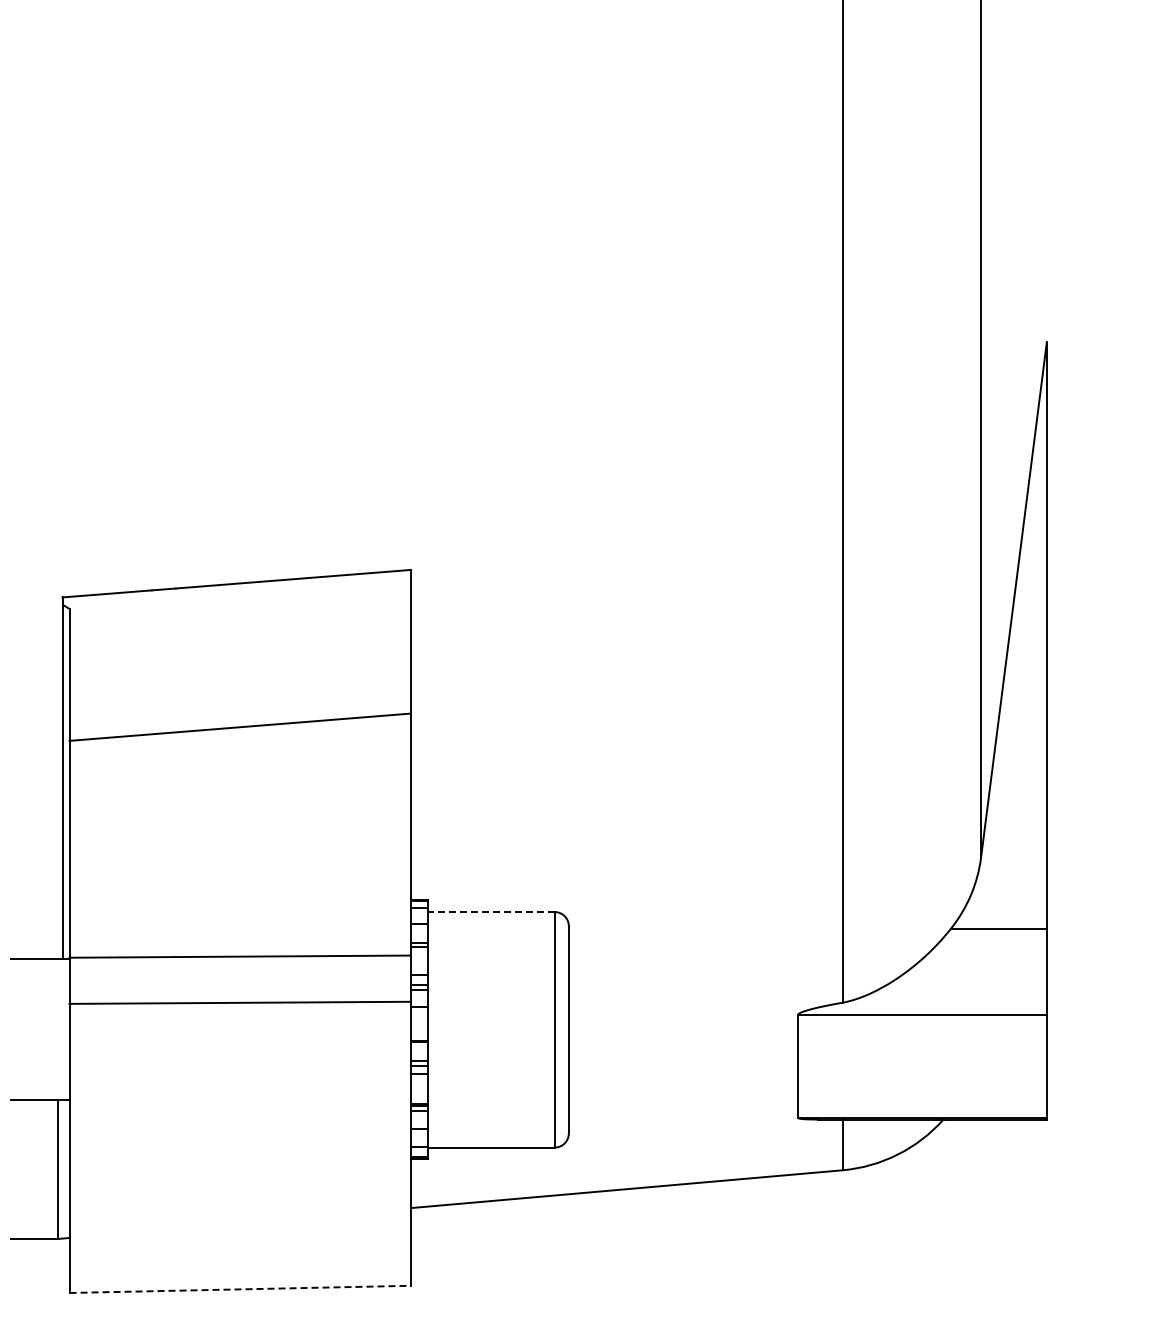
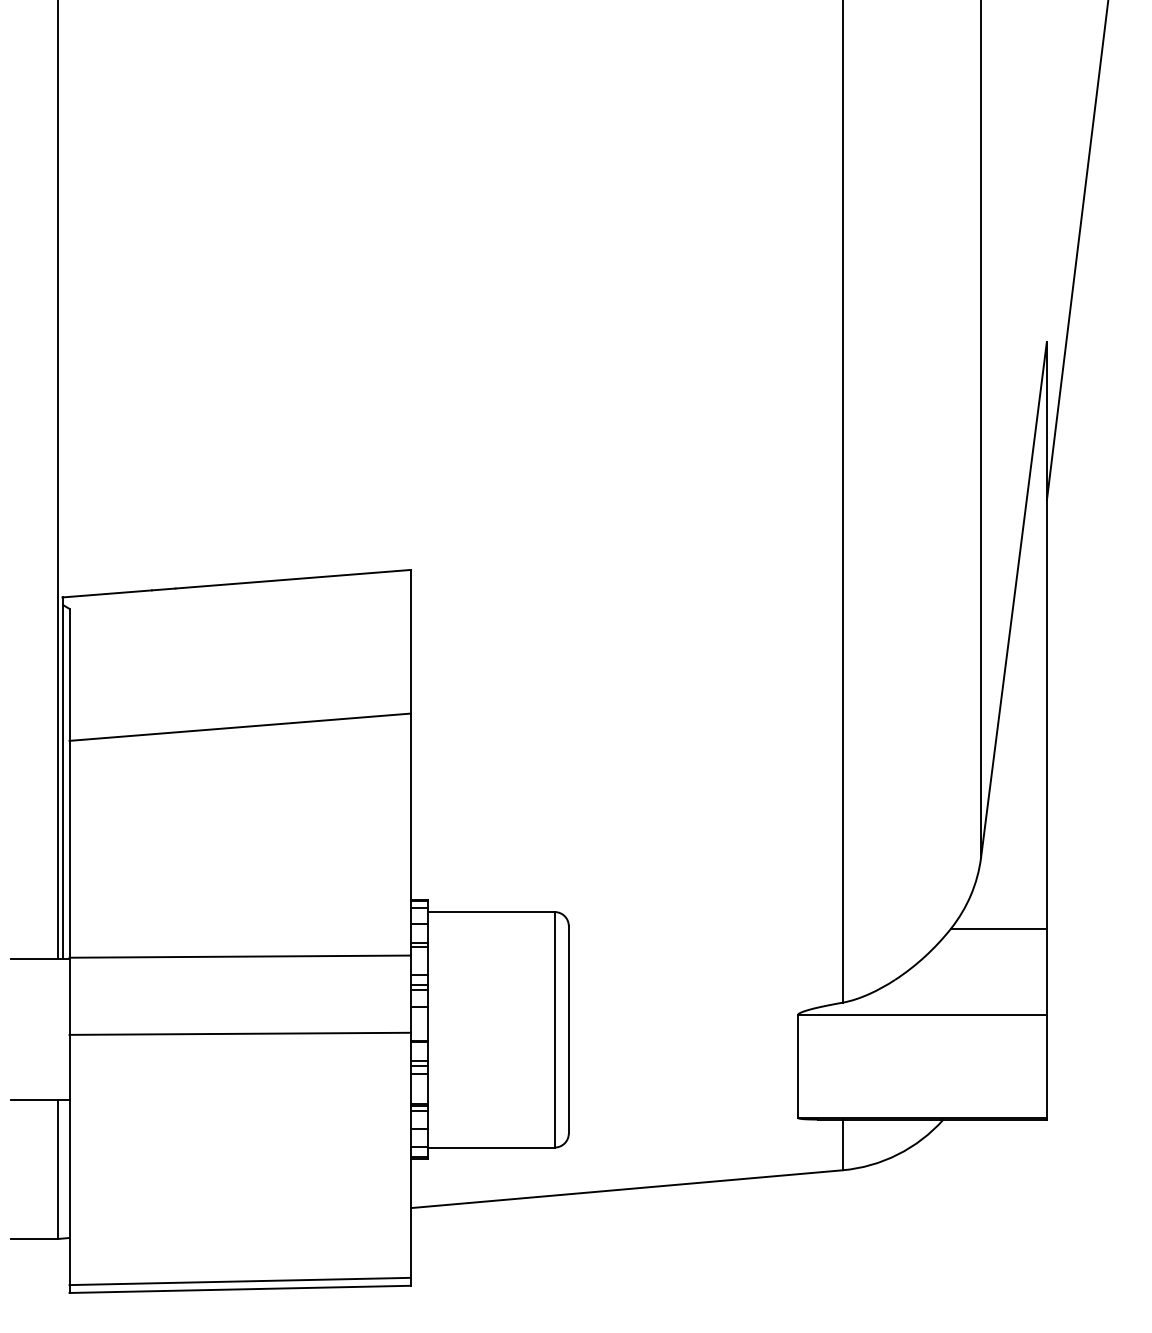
line at (1077, 251): none -> present
line at (58, 480): none -> present
line at (491, 912): dashed -> solid
line at (240, 1002) position: (240, 1002) -> (240, 1033)
line at (240, 1281): none -> present
line at (240, 1289): dashed -> solid
